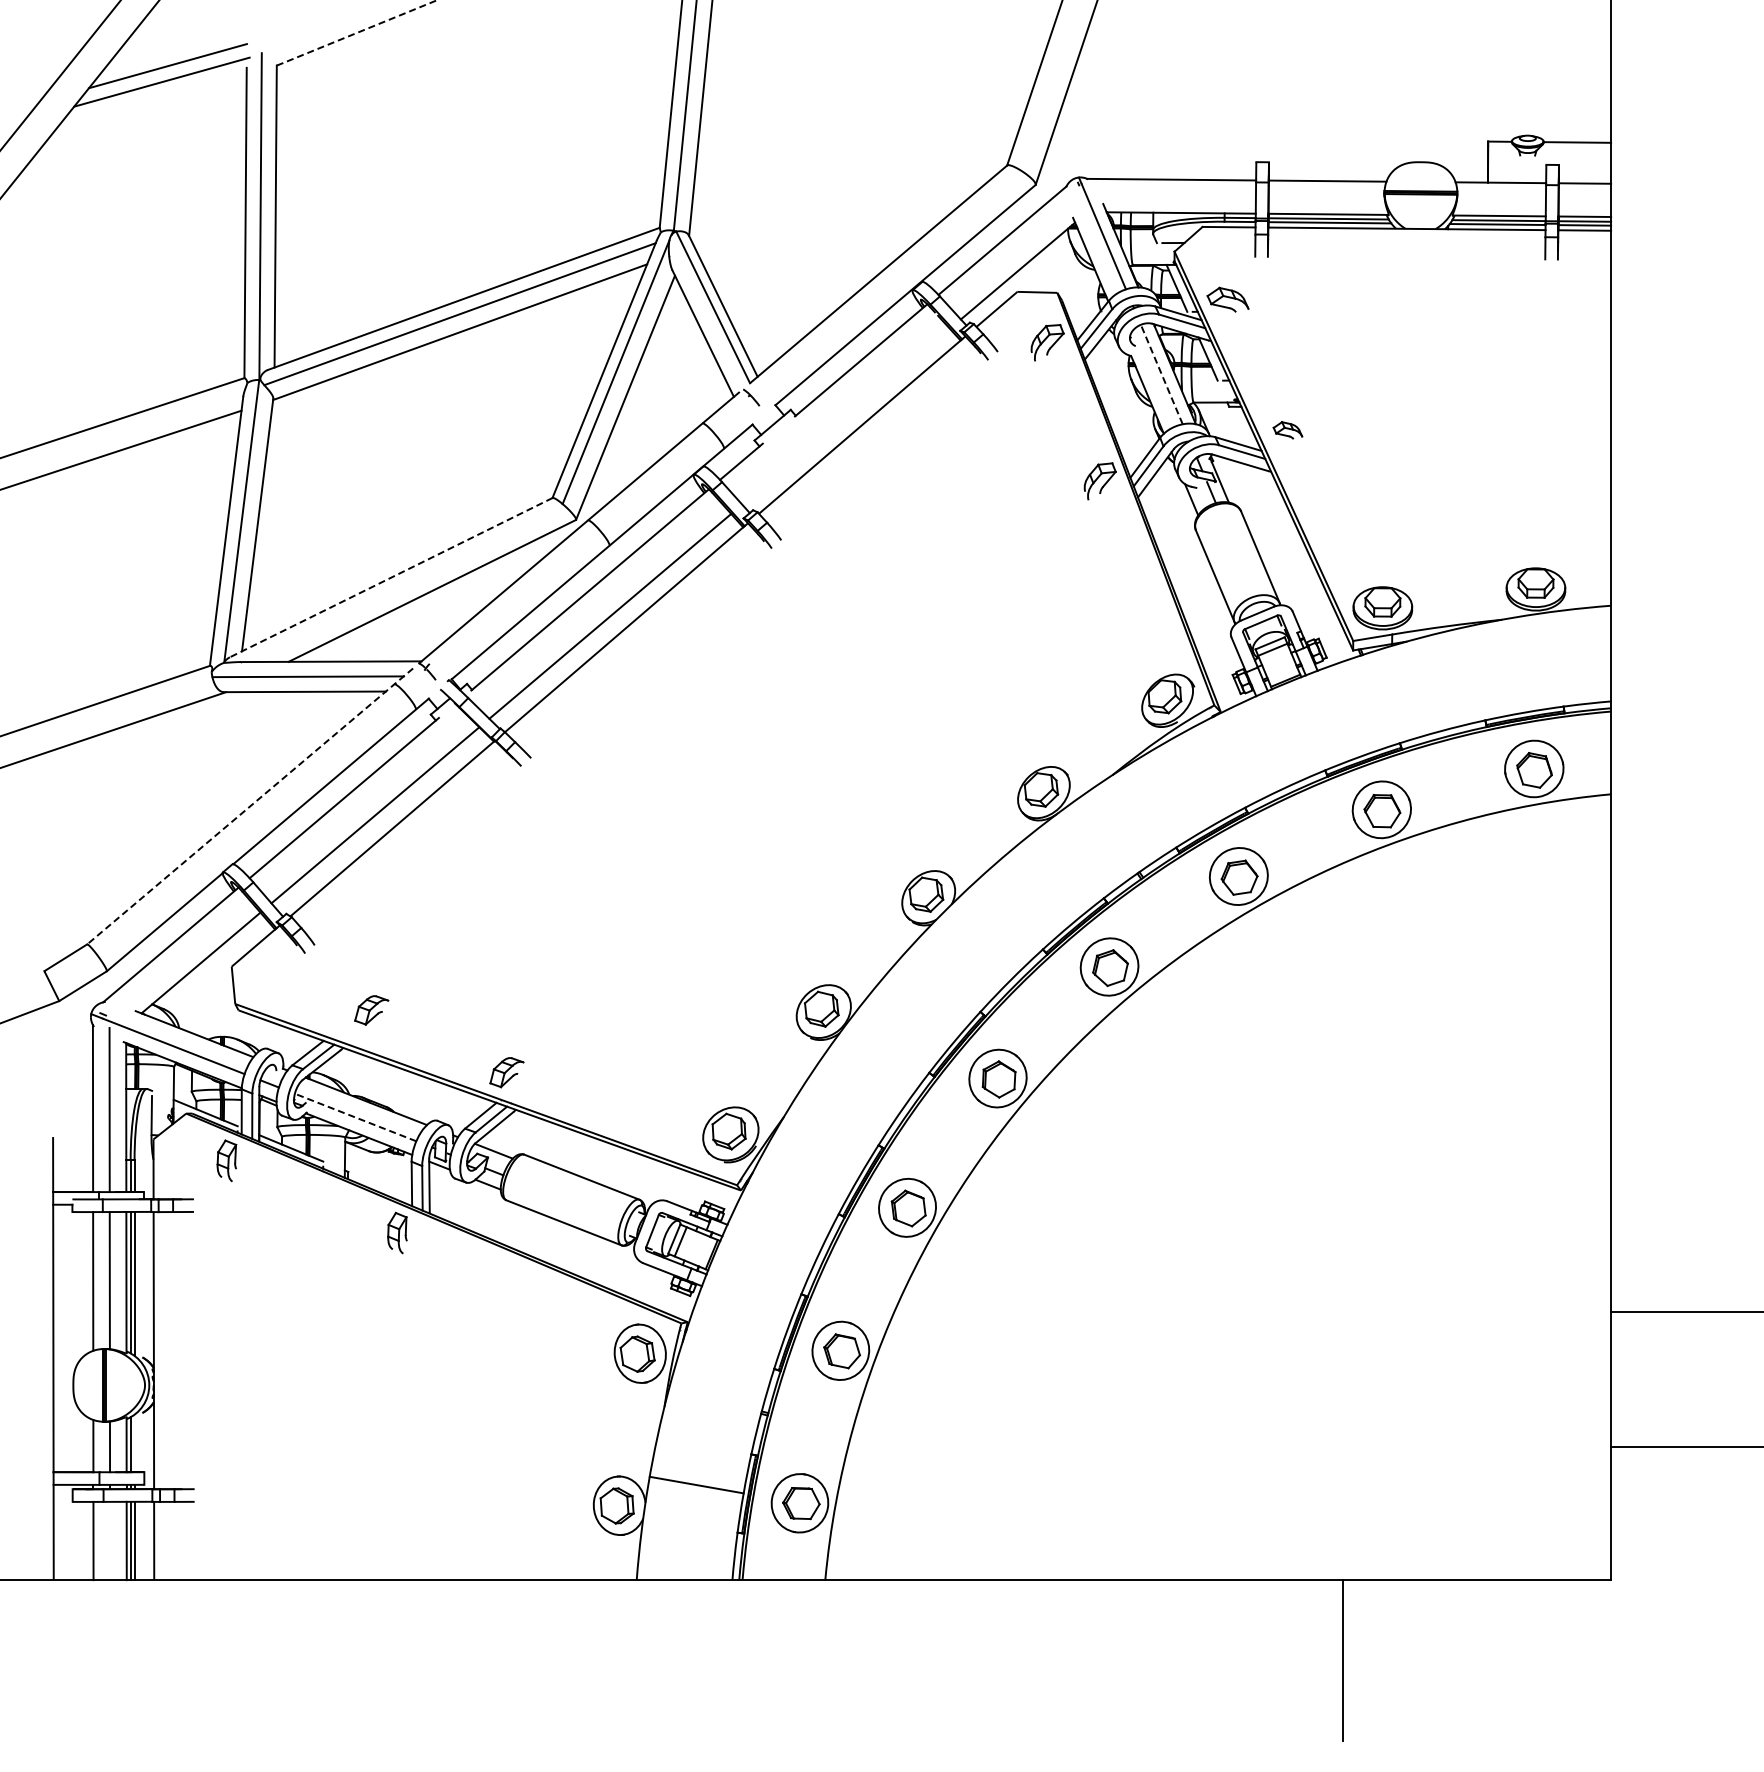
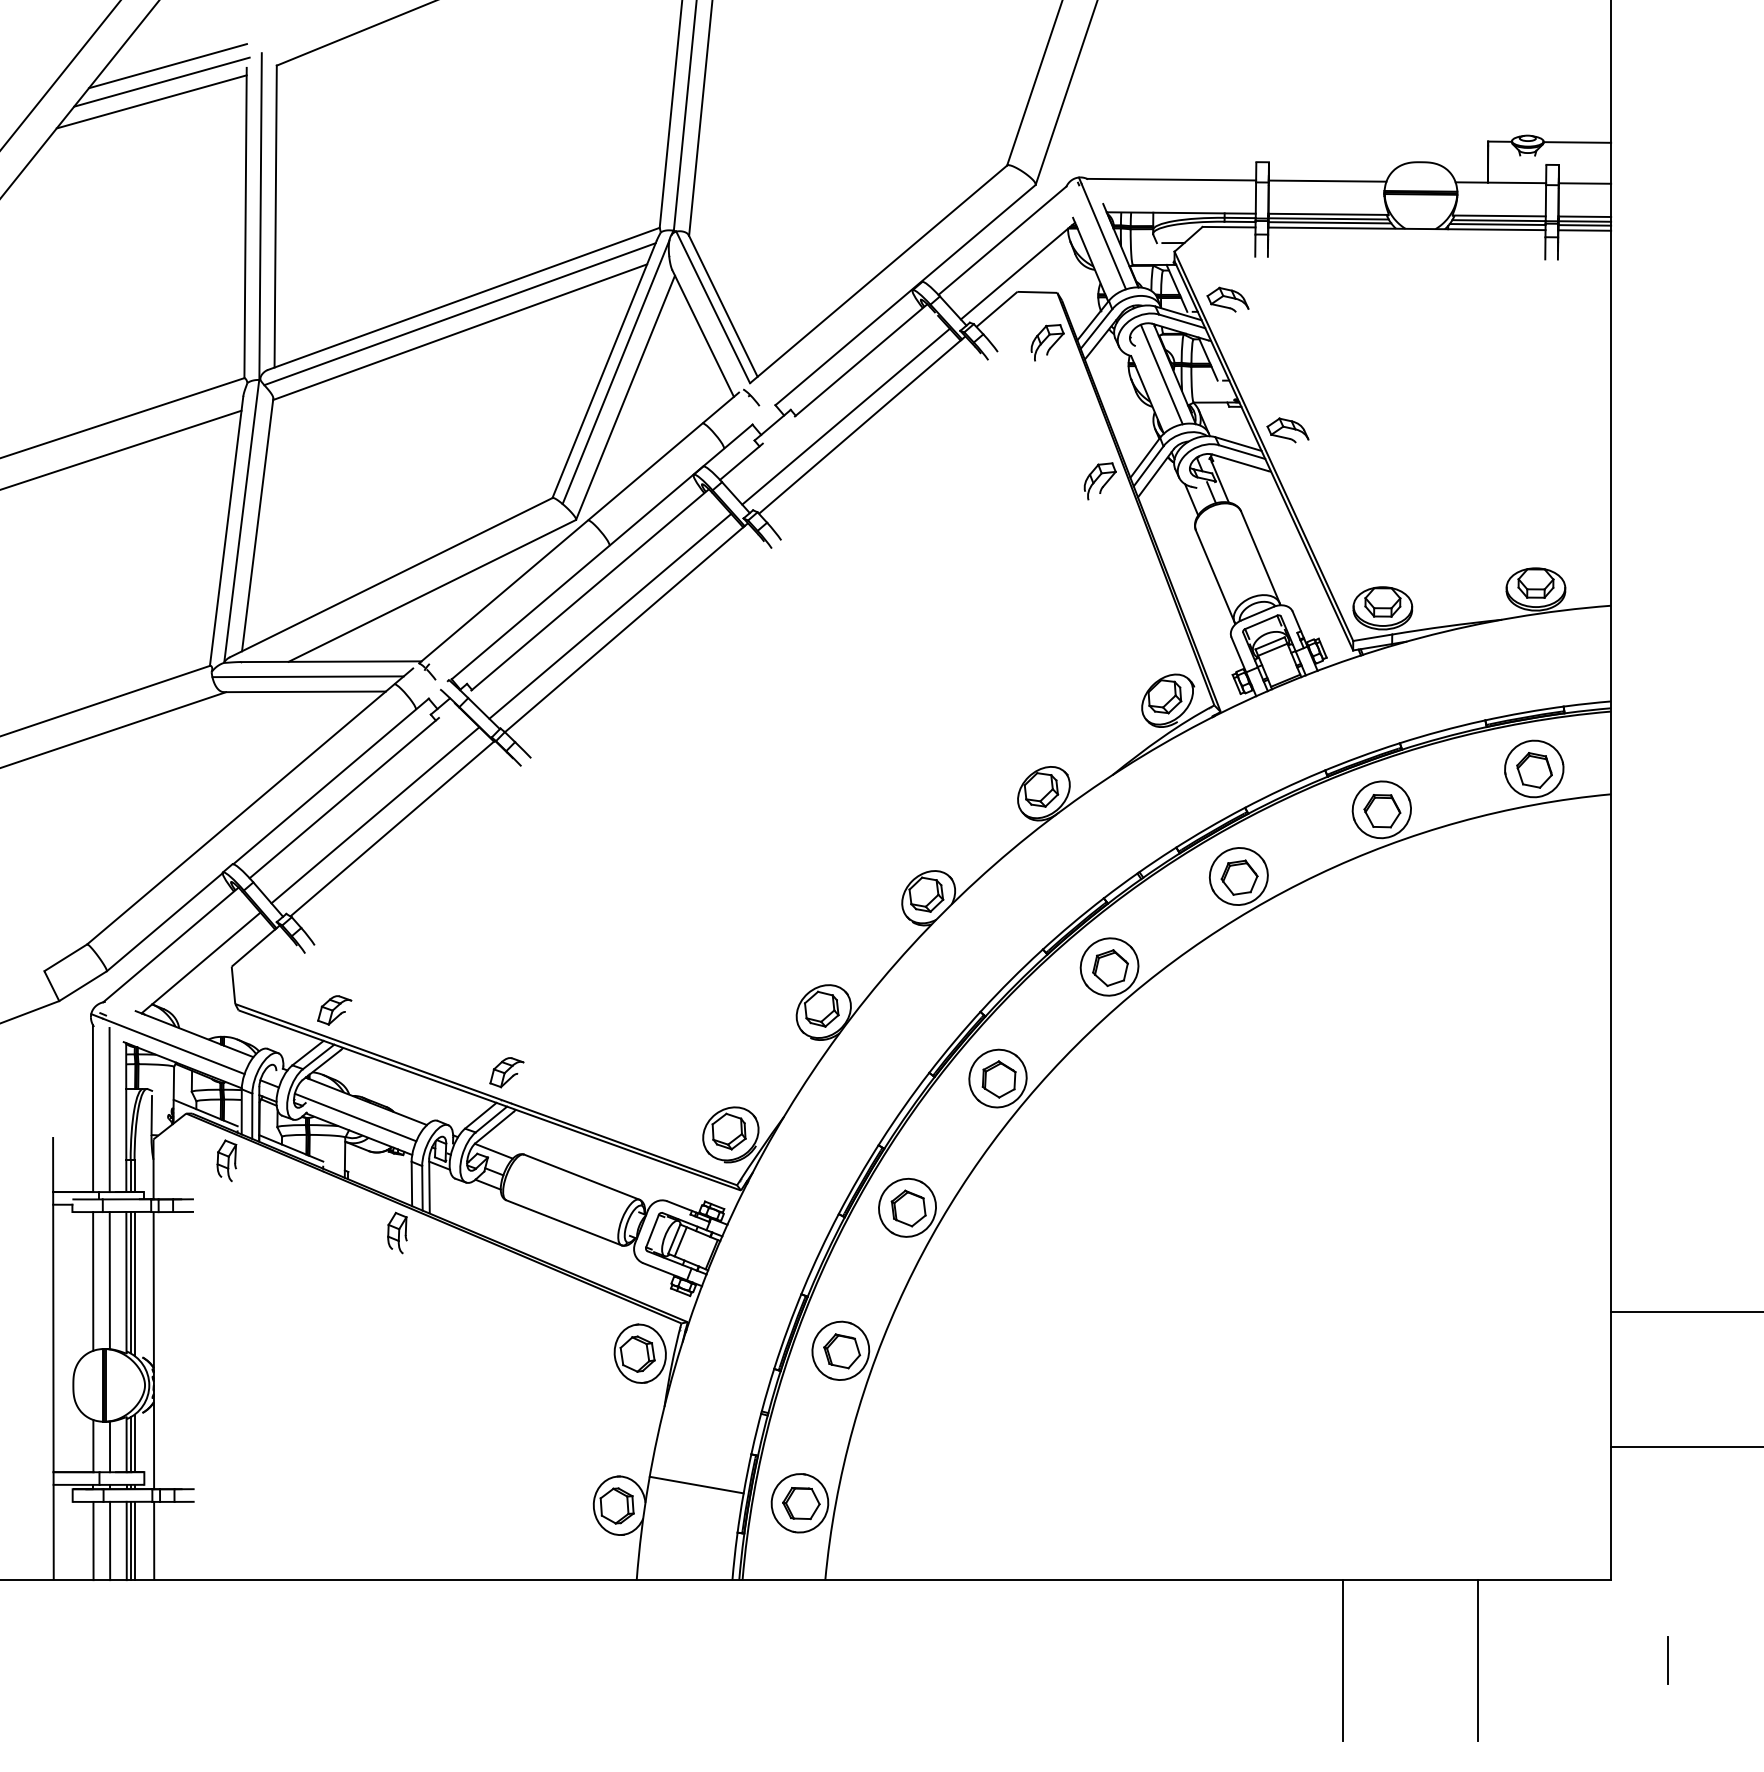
line at (357, 32): dashed -> solid
line at (151, 101): none -> present
line at (1161, 374): dashed -> solid
line at (845, 416): none -> present
part at (1287, 430) size: 32x19 px -> 44x27 px
line at (391, 577): dashed -> solid
line at (250, 806): dashed -> solid
part at (371, 1010) position: (371, 1010) -> (334, 1010)
line at (355, 1117): dashed -> solid
line at (134, 1443): none -> present
line at (110, 1540): none -> present
line at (1477, 1660): none -> present
line at (1667, 1660): none -> present
